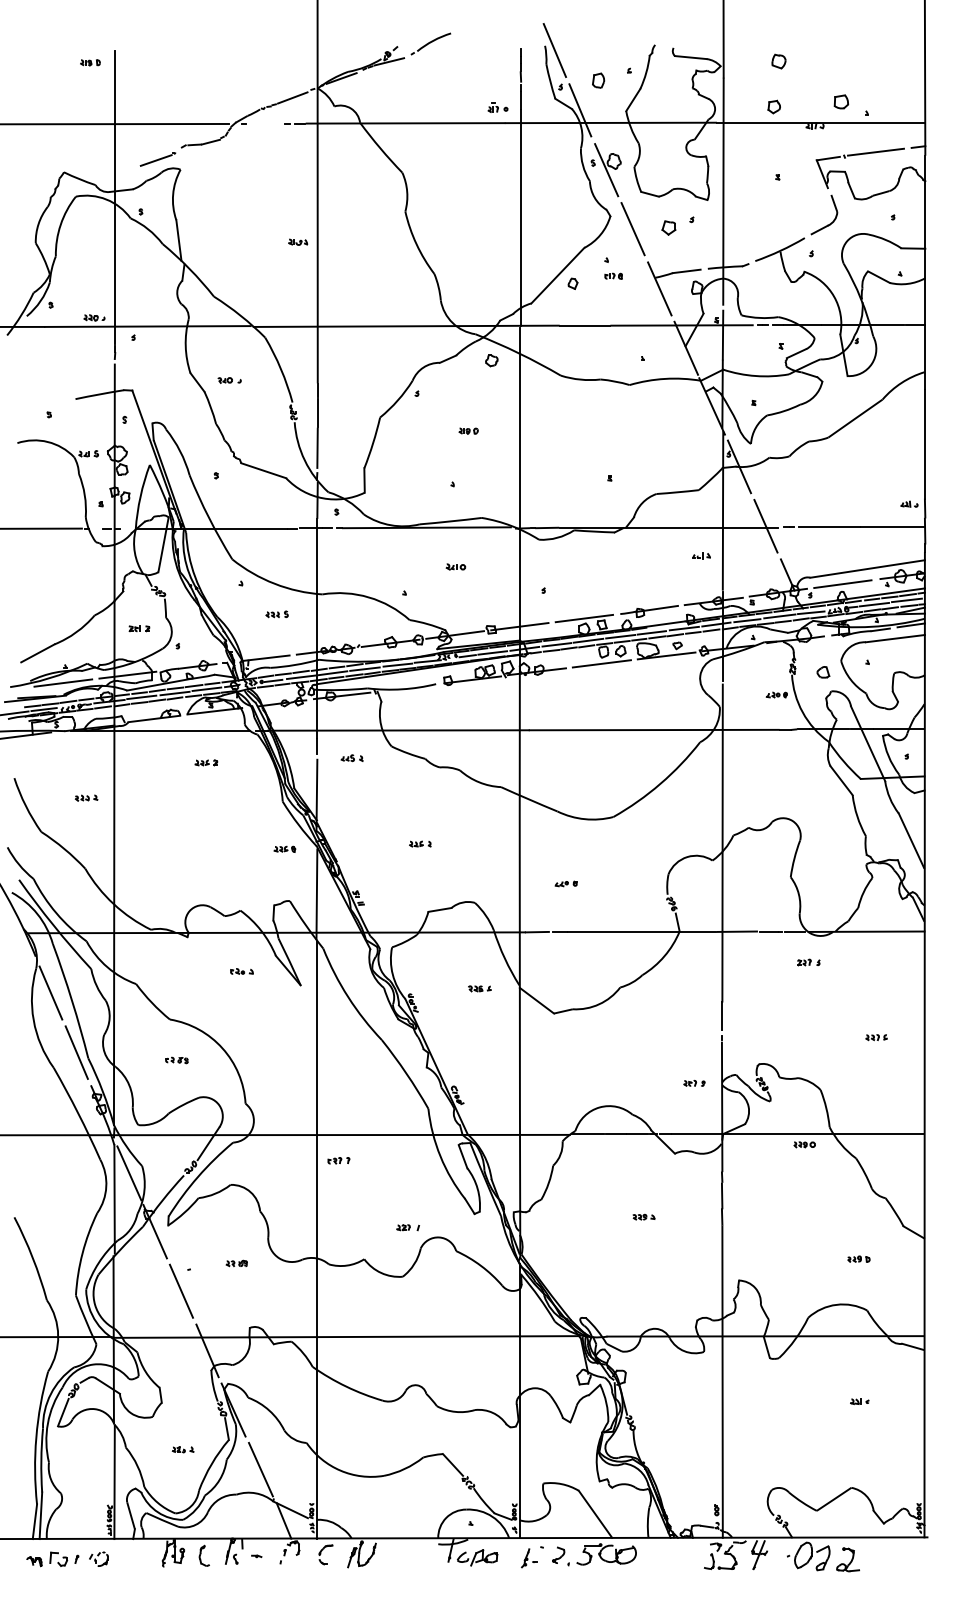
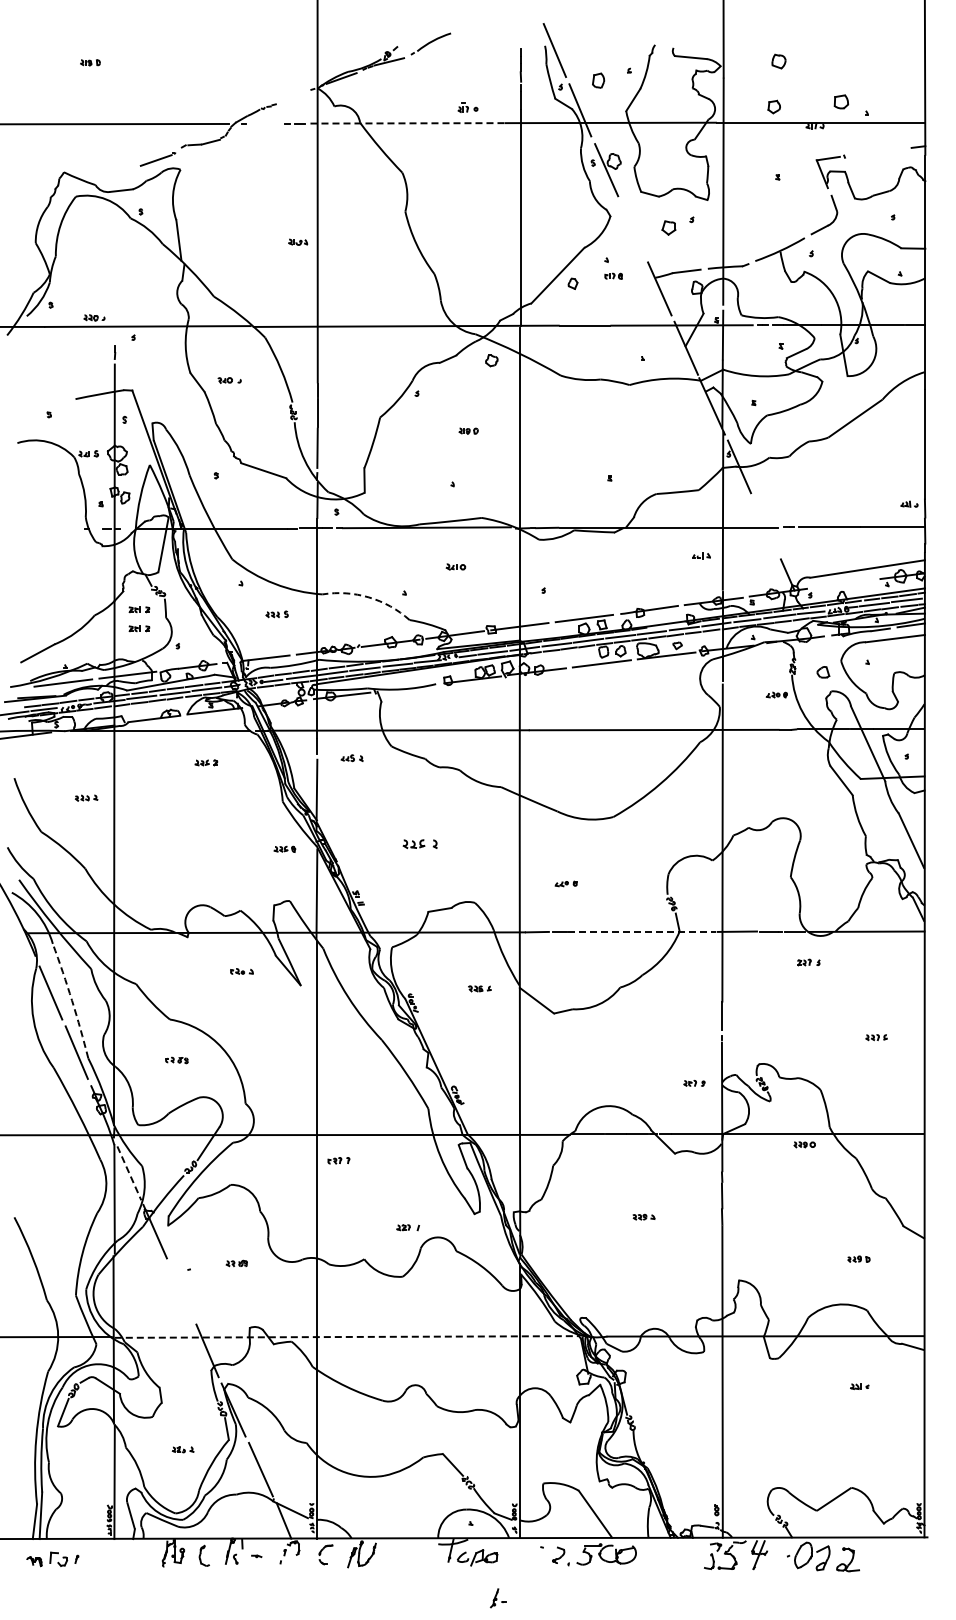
line at (292, 97): present -> none
part at (497, 107) position: (497, 107) -> (467, 107)
line at (405, 123): solid -> dashed
line at (875, 151): present -> none
line at (115, 196): present -> none
line at (632, 229): present -> none
line at (765, 525): present -> none
line at (41, 528): present -> none
line at (842, 584): present -> none
arc at (368, 597): solid -> dashed
part at (139, 609): none -> present
part at (420, 843) size: 23x8 px -> 36x10 px
line at (642, 931): solid -> dashed
arc at (72, 1000): solid -> dashed
line at (129, 1173): solid -> dashed
line at (181, 1290): present -> none
line at (347, 1336): solid -> dashed
part at (859, 1401) position: (859, 1401) -> (859, 1386)
part at (98, 1558): present -> none
part at (529, 1558) position: (529, 1558) -> (498, 1598)
